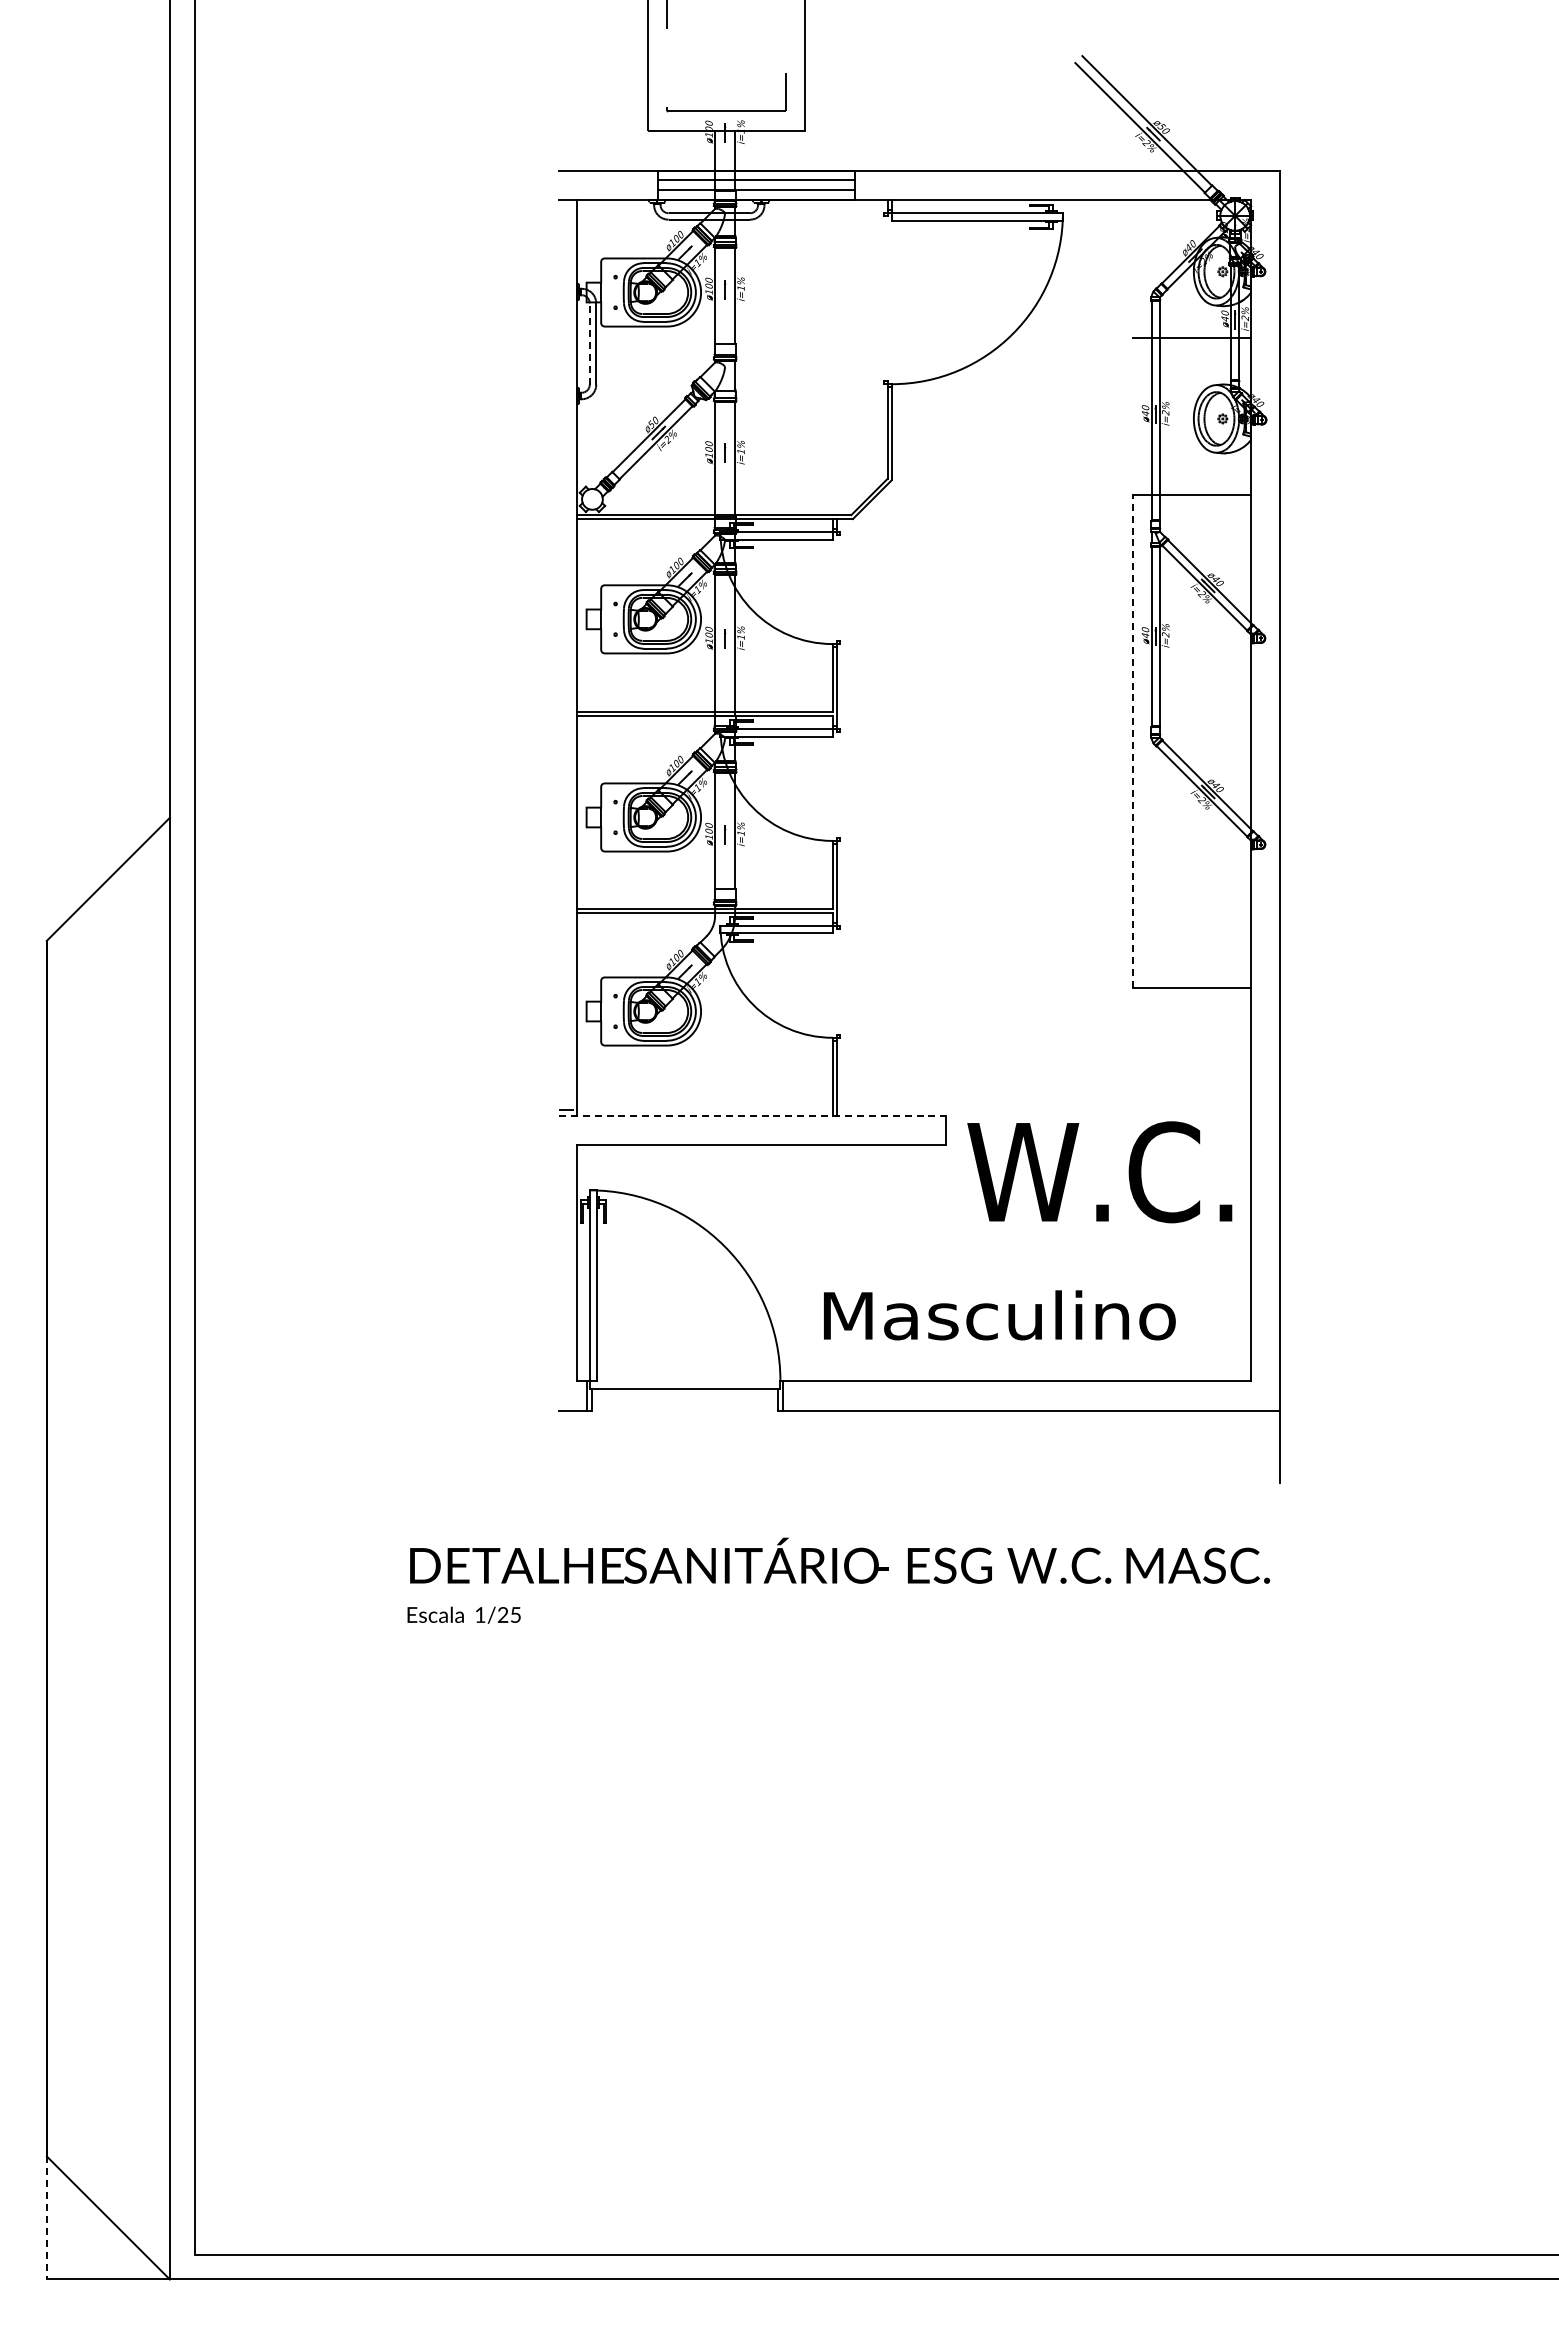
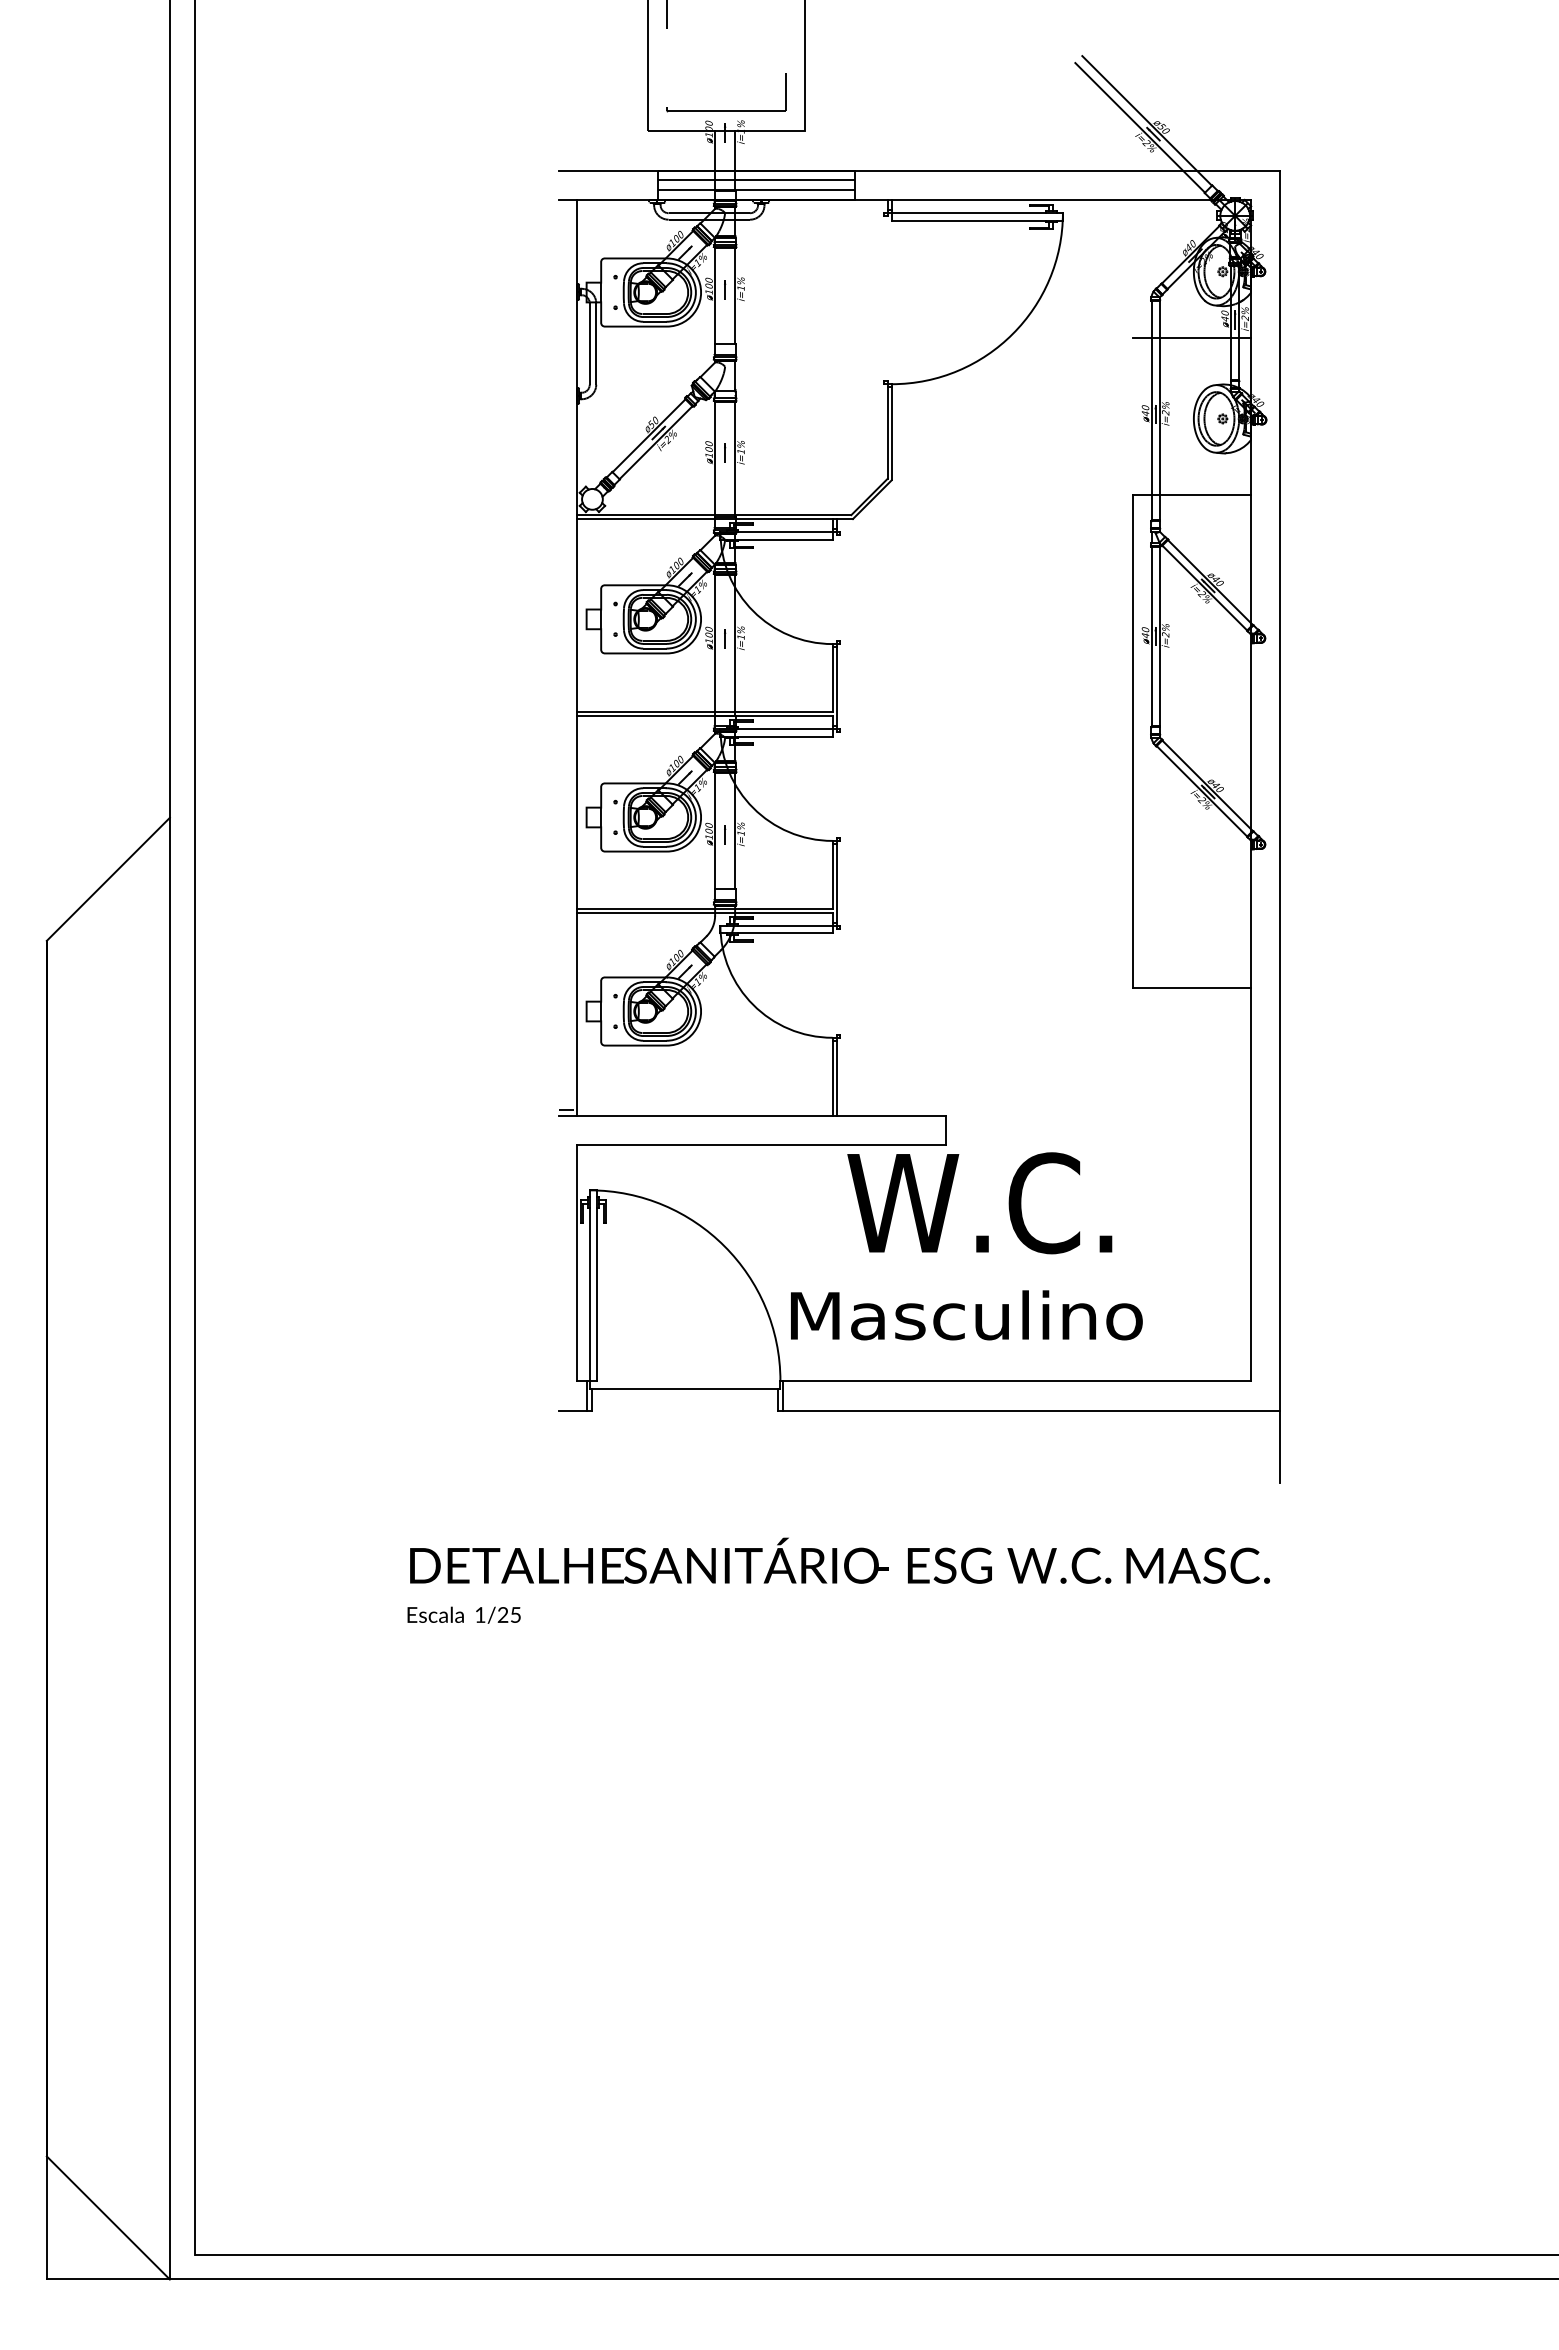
line at (589, 344): dashed -> solid
line at (1132, 741): dashed -> solid
line at (752, 1115): dashed -> solid
text at (1099, 1172) position: (1099, 1172) -> (979, 1203)
text at (999, 1315) position: (999, 1315) -> (966, 1315)
line at (46, 2217): dashed -> solid
